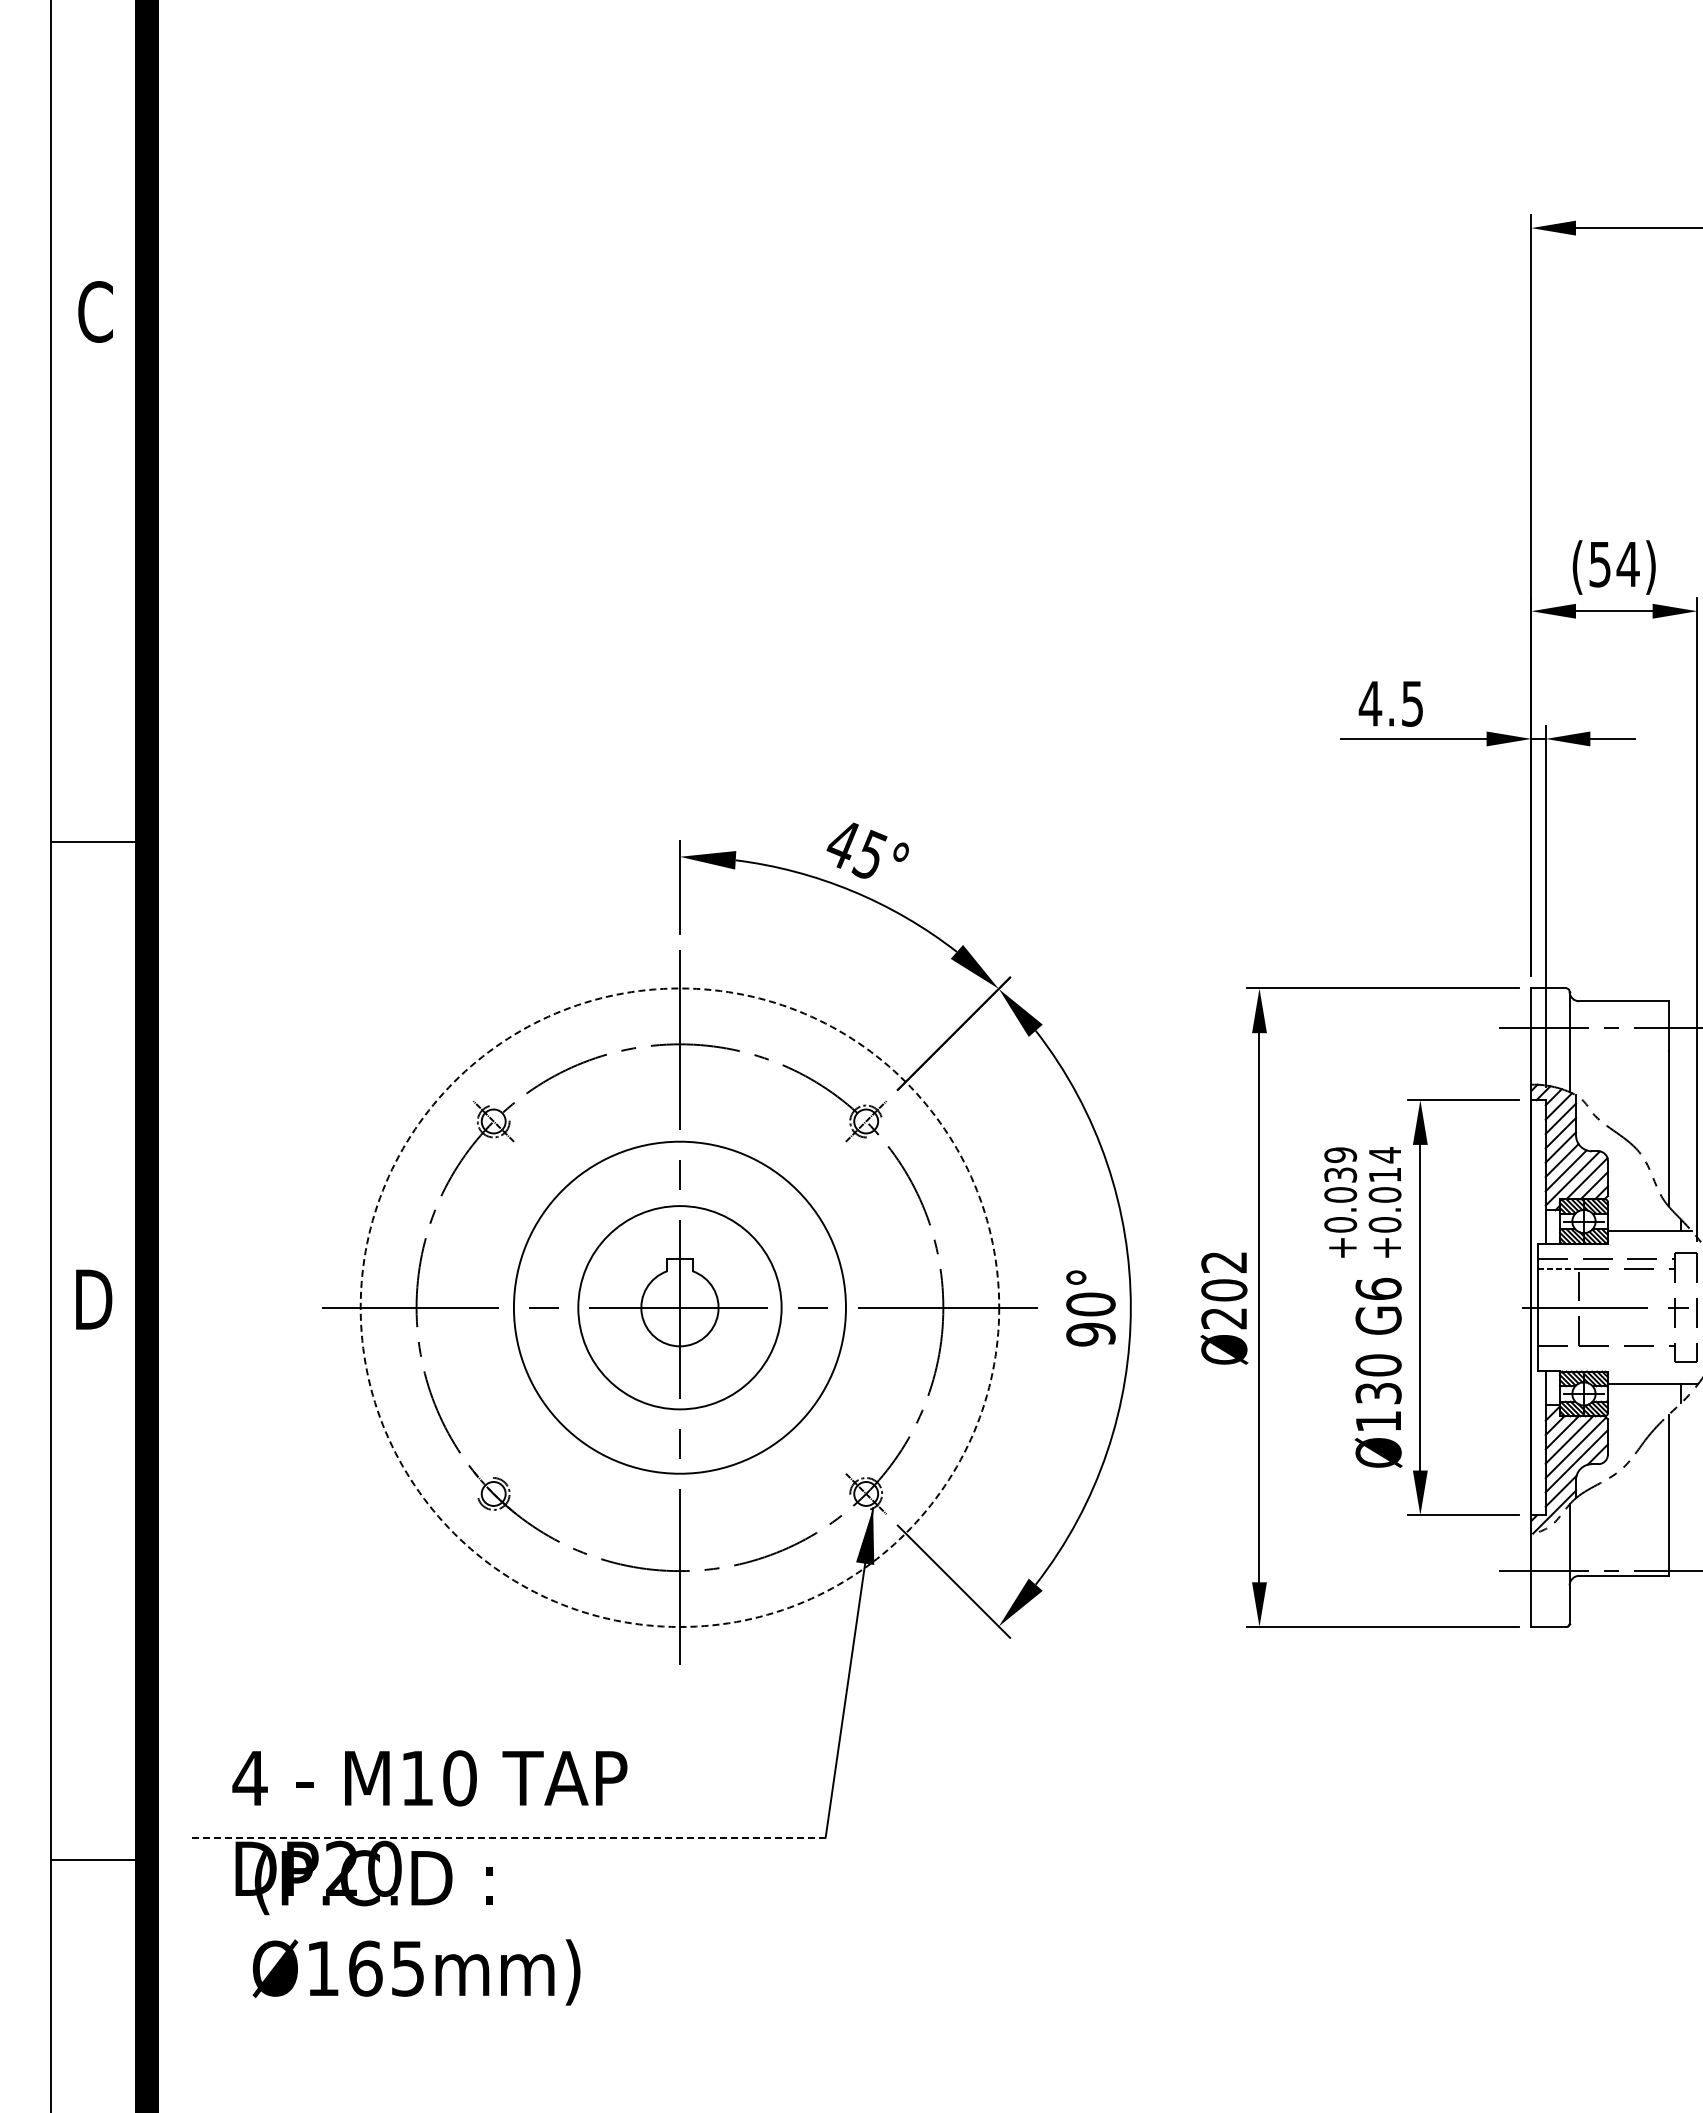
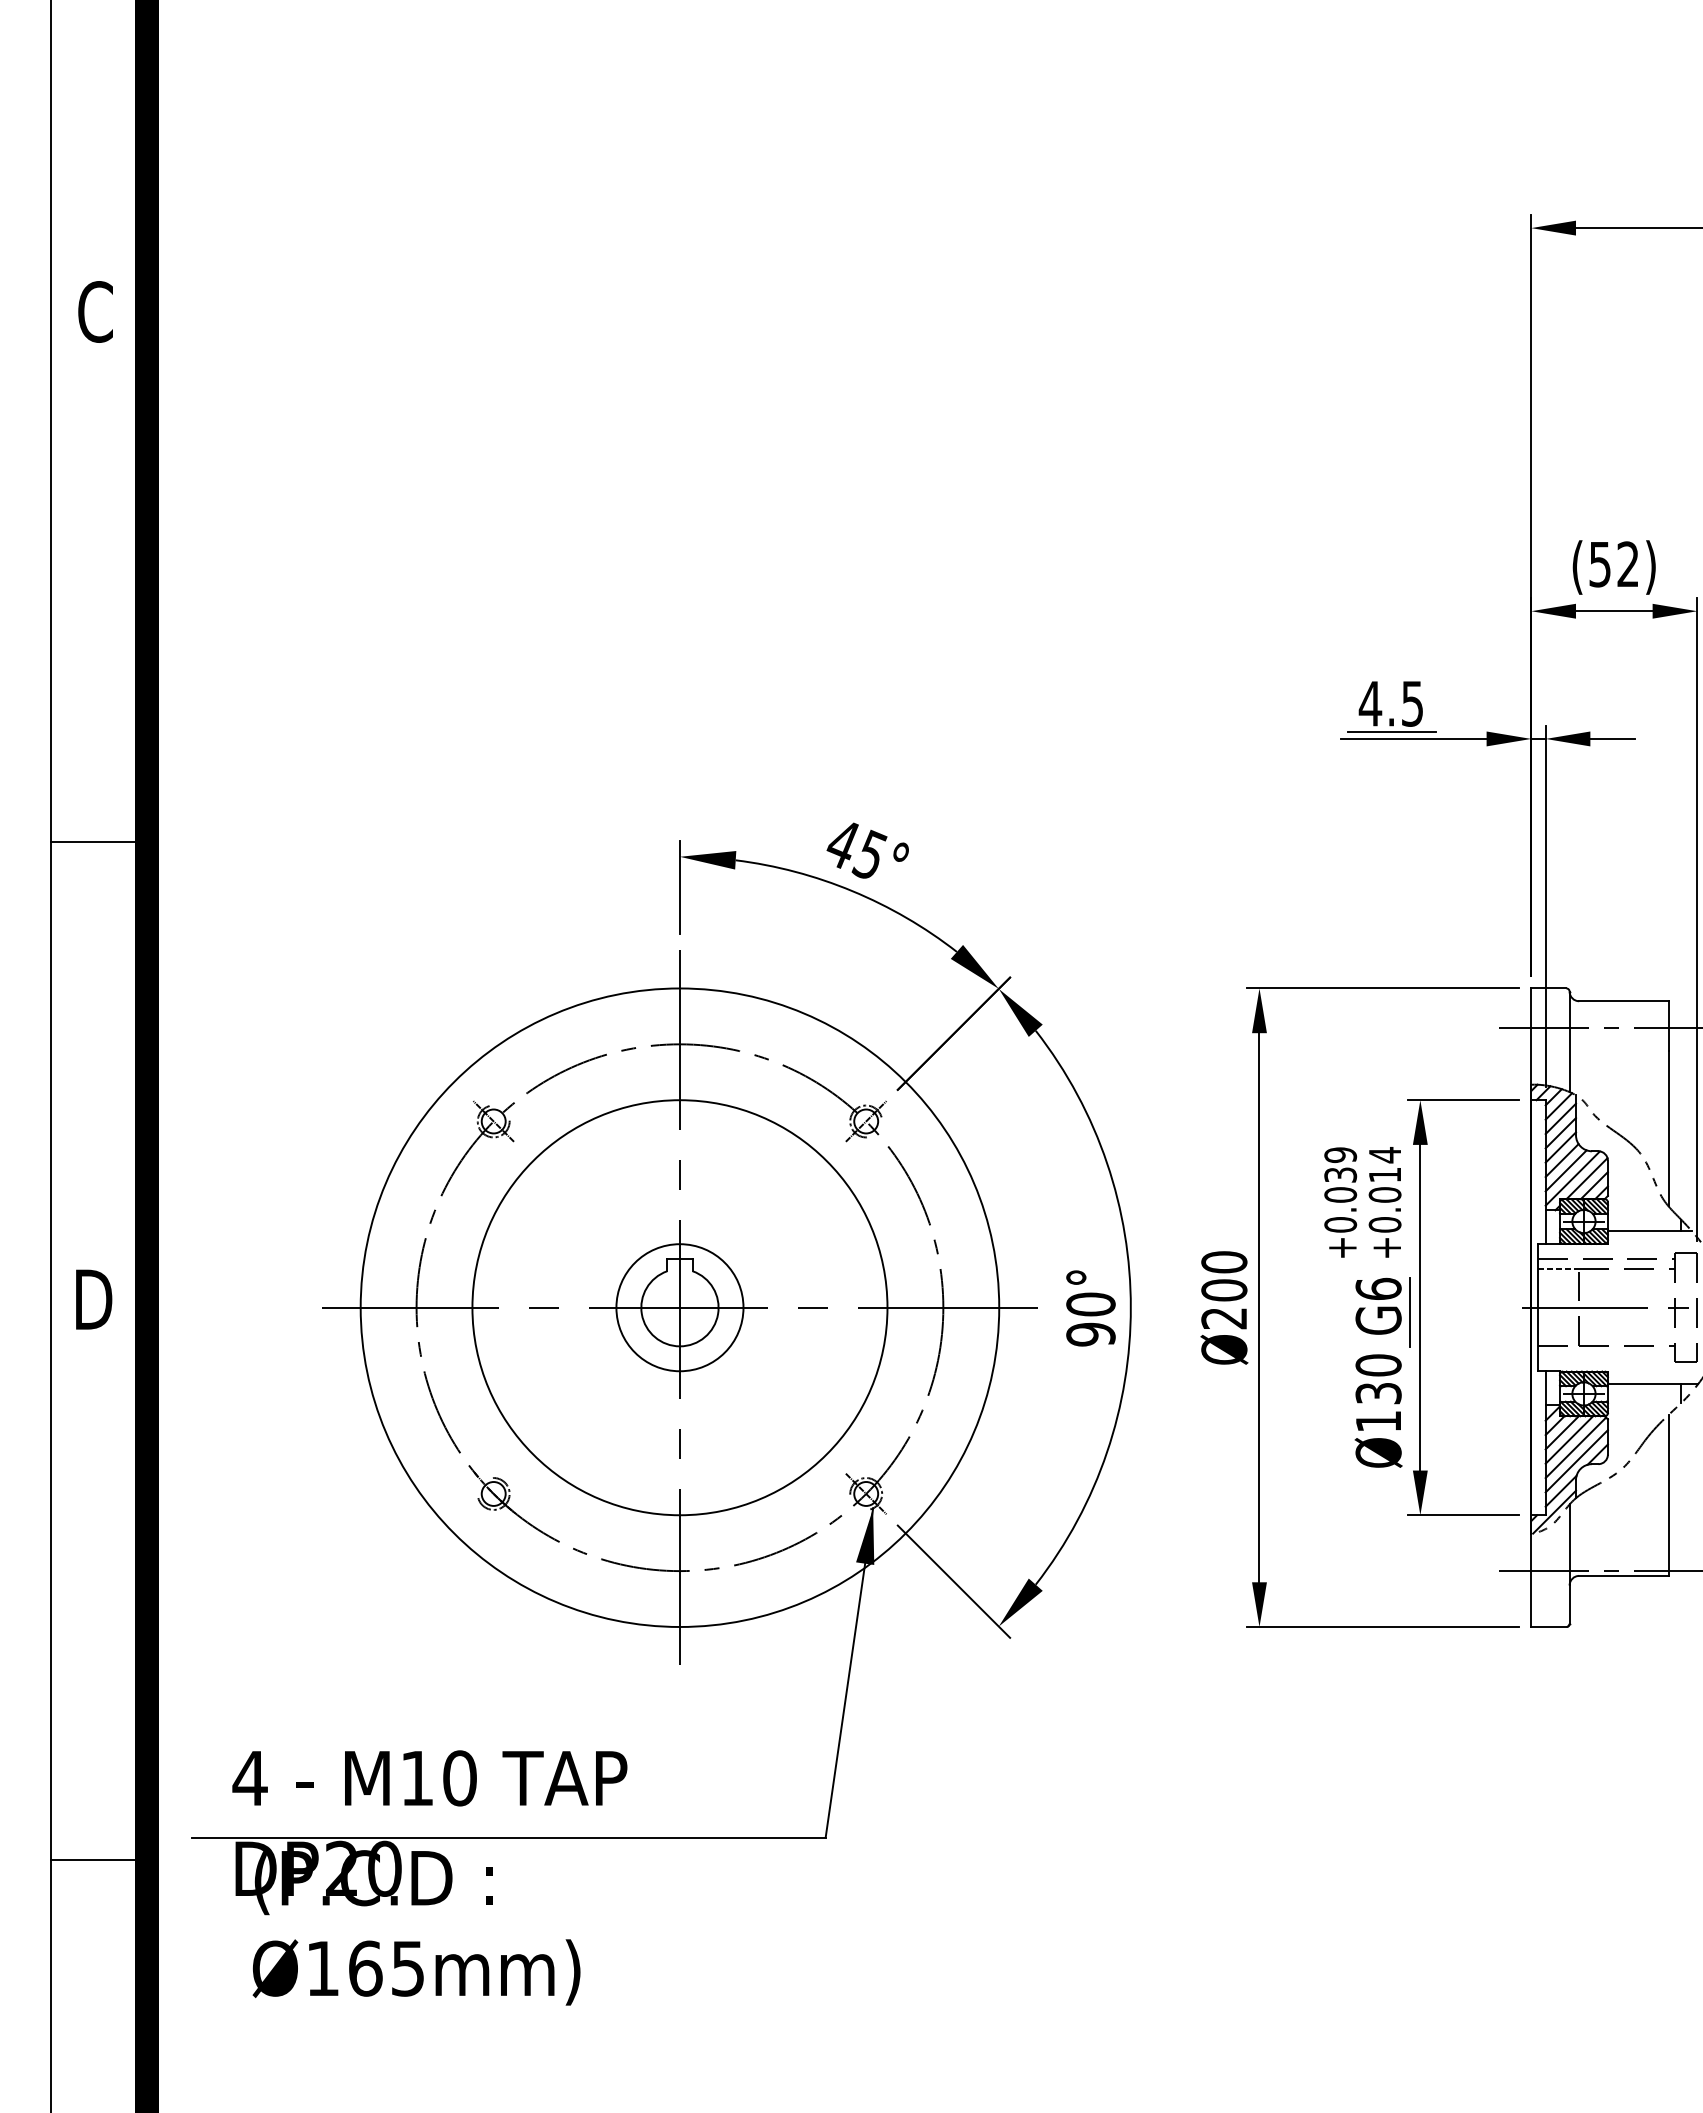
text at (1627, 563): (54) -> (52)
line at (1392, 732): none -> present
text at (1224, 1262): Ø202 -> Ø200
circle at (679, 1307) diameter: 203 px -> 127 px
circle at (679, 1307) diameter: 332 px -> 415 px
circle at (679, 1307): dashed -> solid
line at (1409, 1312): none -> present
line at (509, 1837): dashed -> solid
